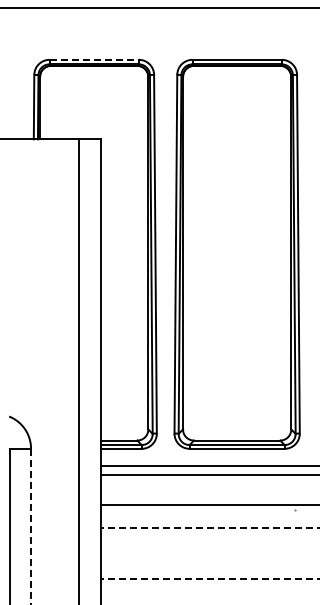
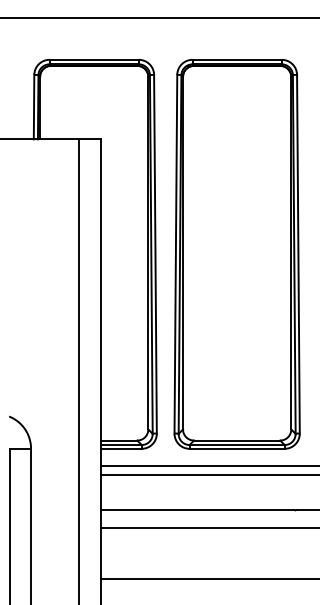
line at (159, 8) position: (159, 8) -> (159, 18)
line at (94, 59): dashed -> solid
line at (208, 504) position: (208, 504) -> (208, 509)
line at (31, 526): dashed -> solid
line at (210, 527): dashed -> solid
line at (210, 579): dashed -> solid
